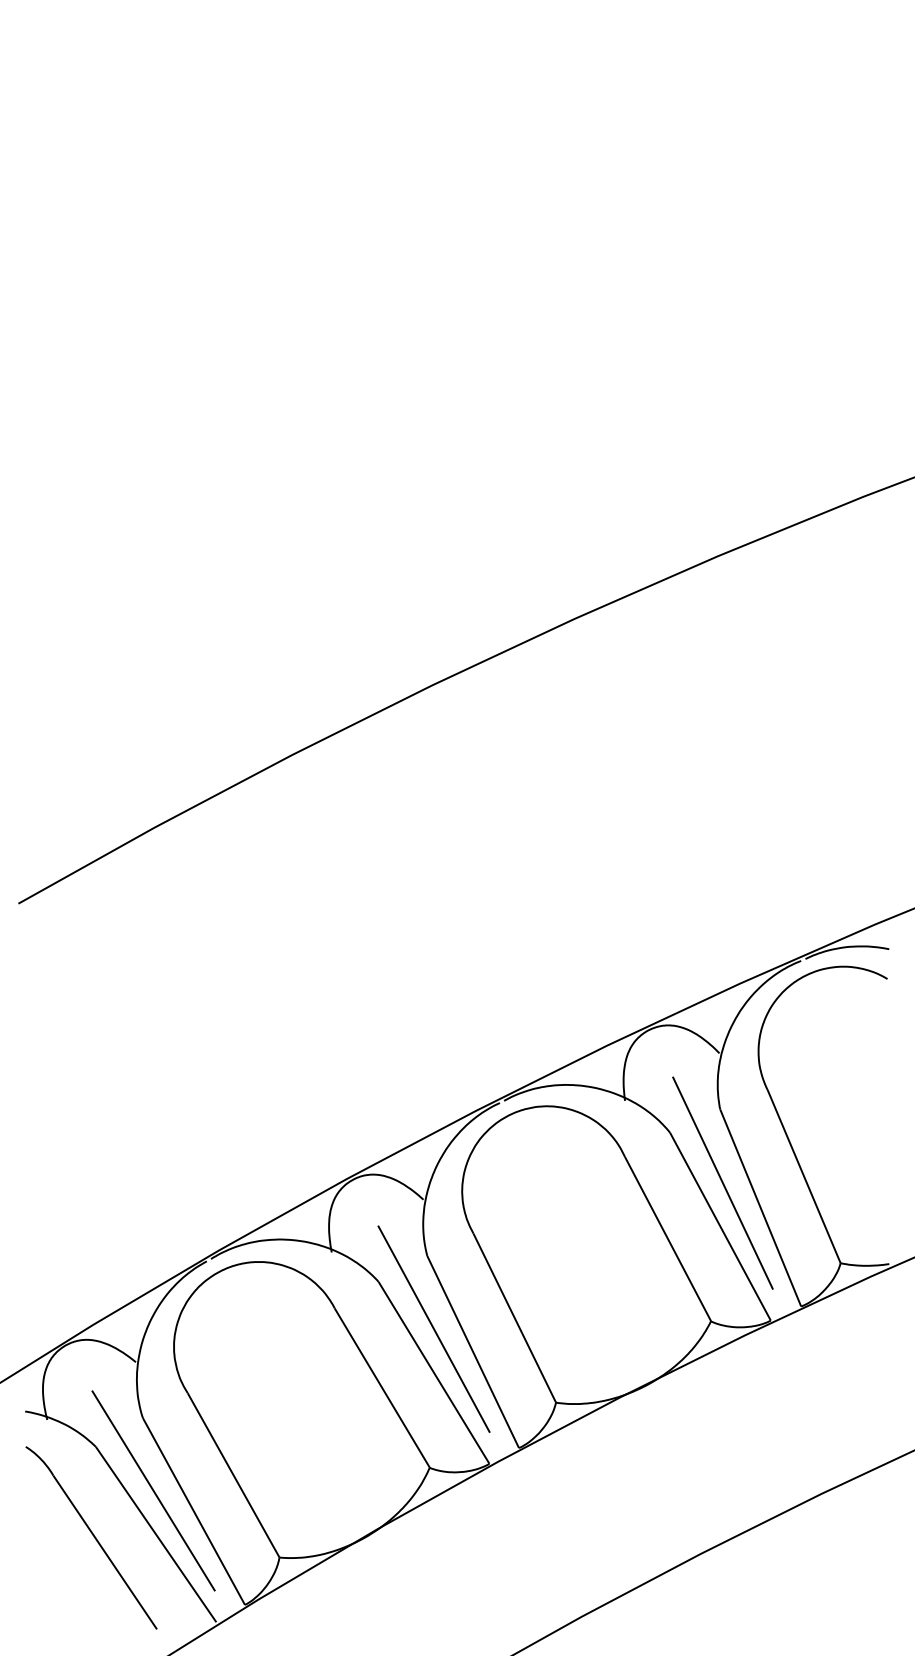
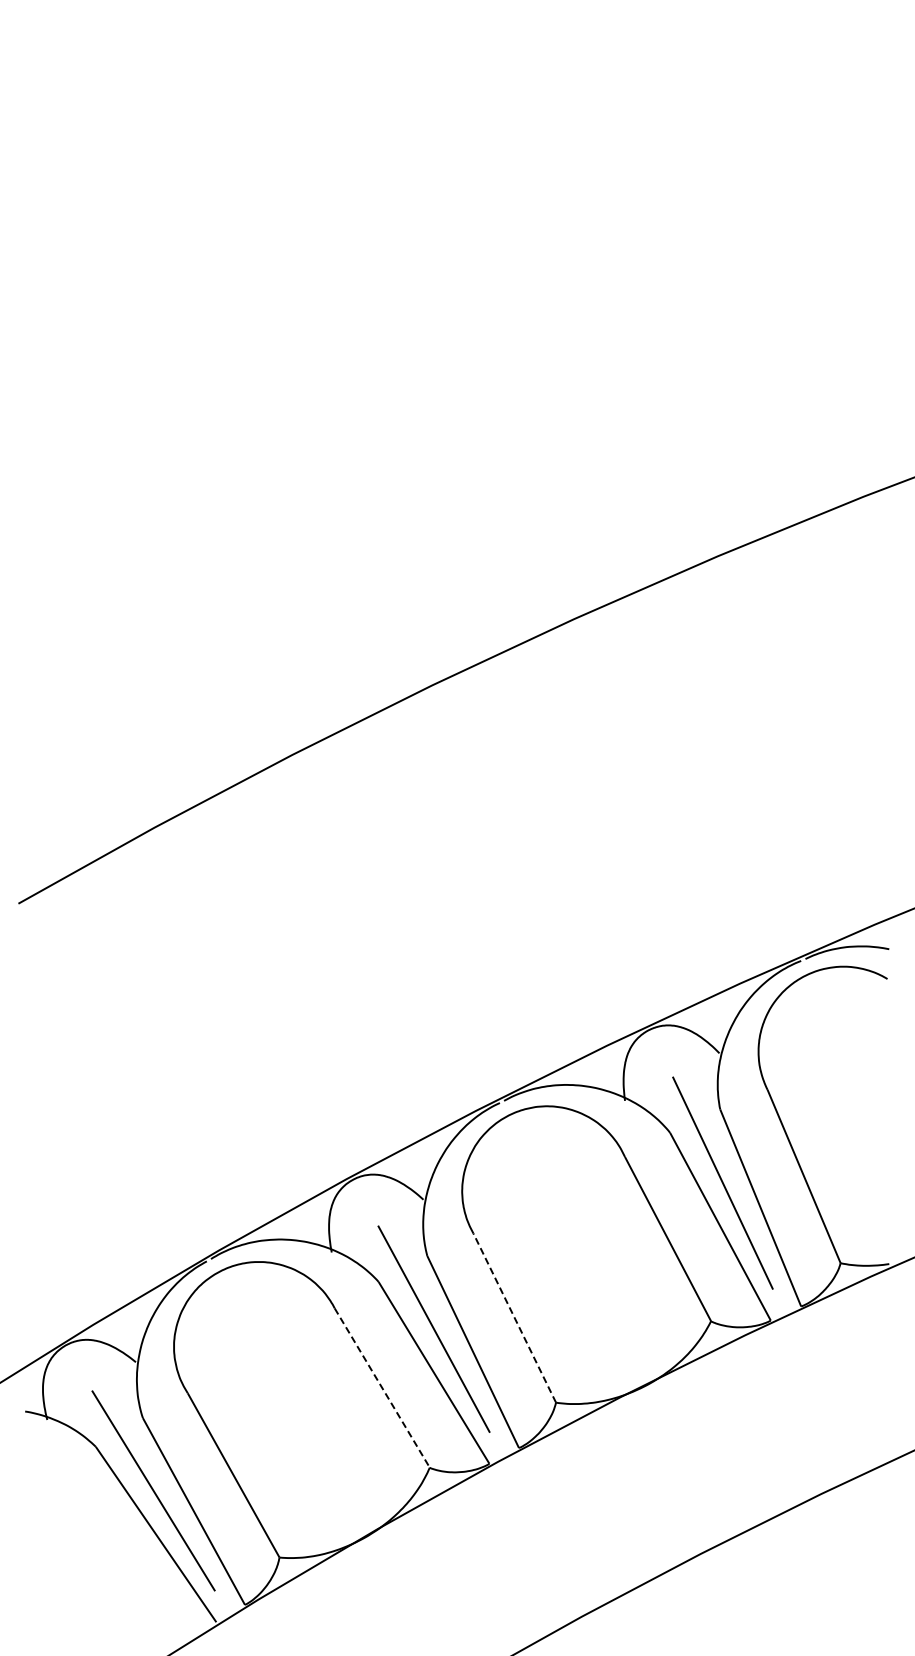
line at (514, 1317): solid -> dashed
line at (382, 1388): solid -> dashed
part at (91, 1537): present -> none
